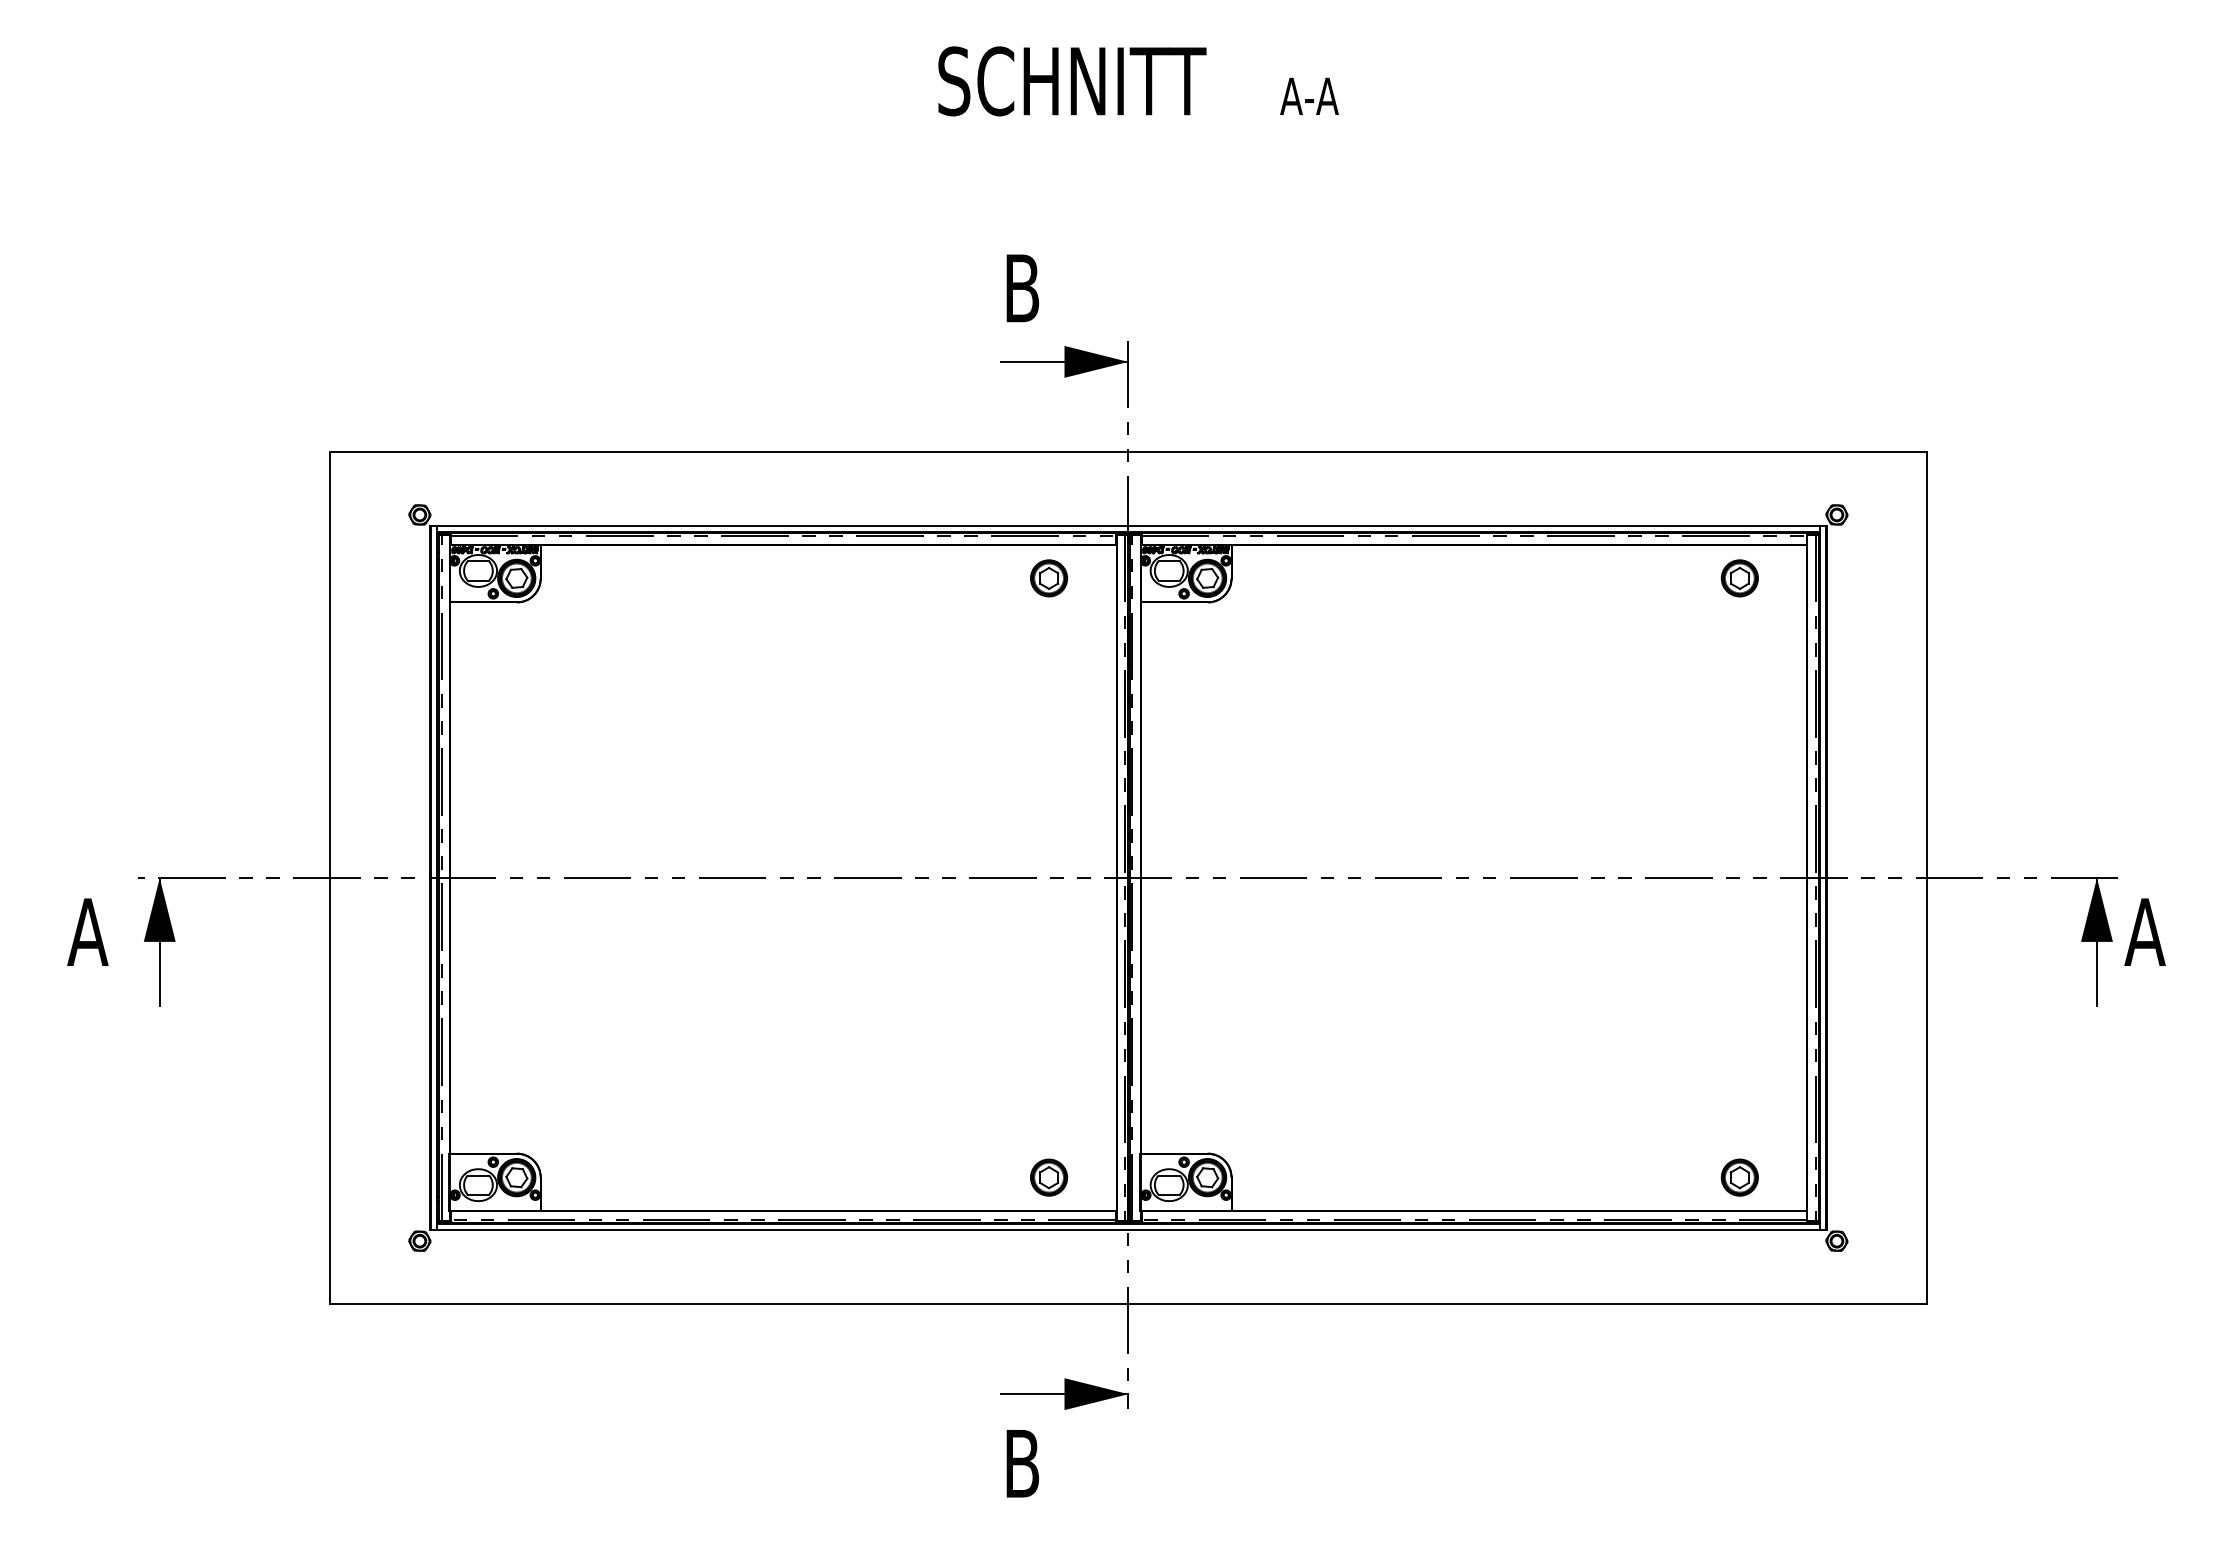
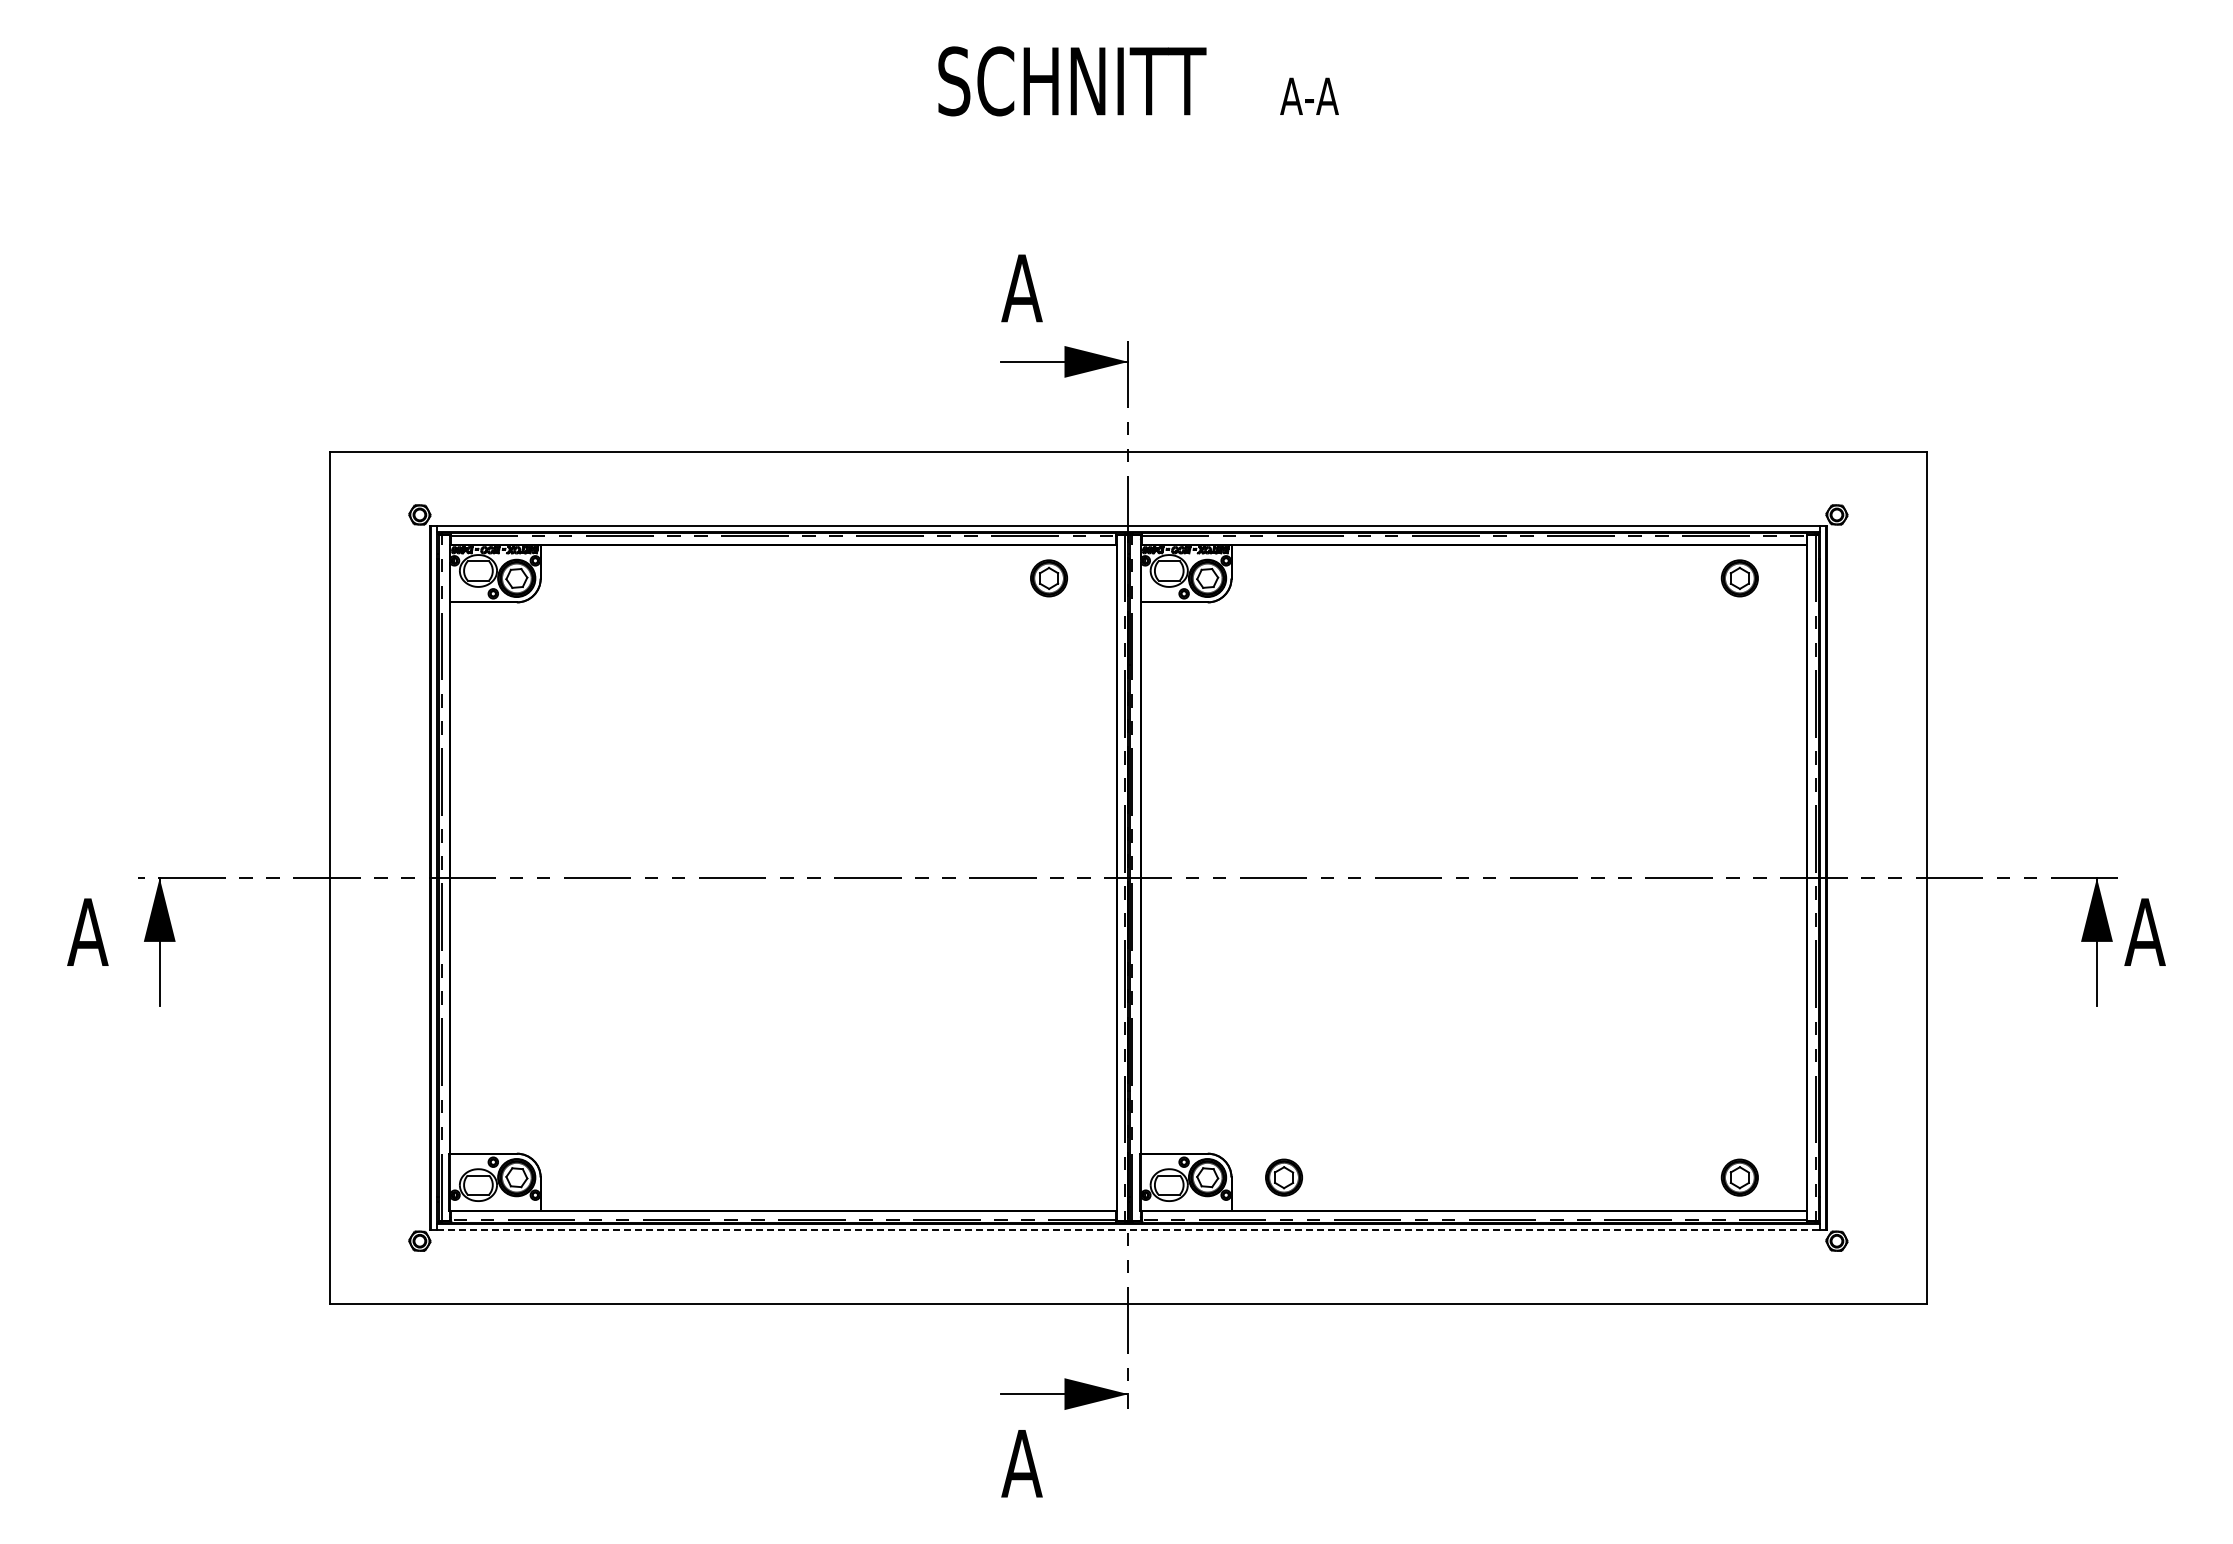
text at (1021, 288): B -> A
part at (1048, 1177) position: (1048, 1177) -> (1283, 1177)
line at (1128, 1230): solid -> dashed
text at (1021, 1463): B -> A
